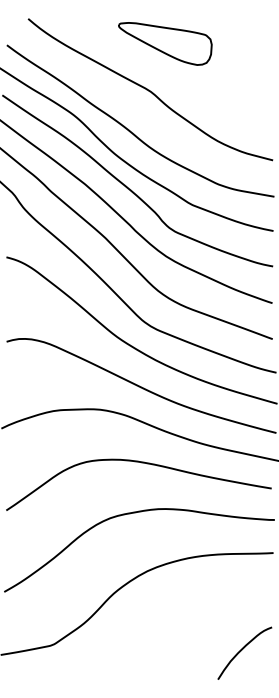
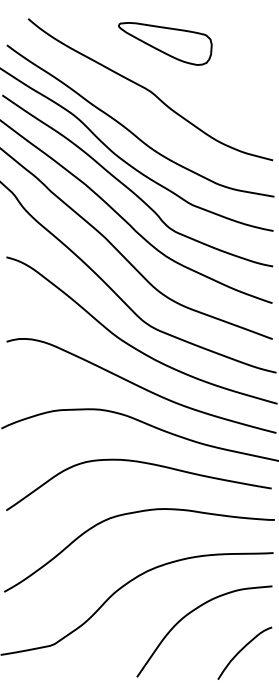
curve at (192, 612): none -> present
